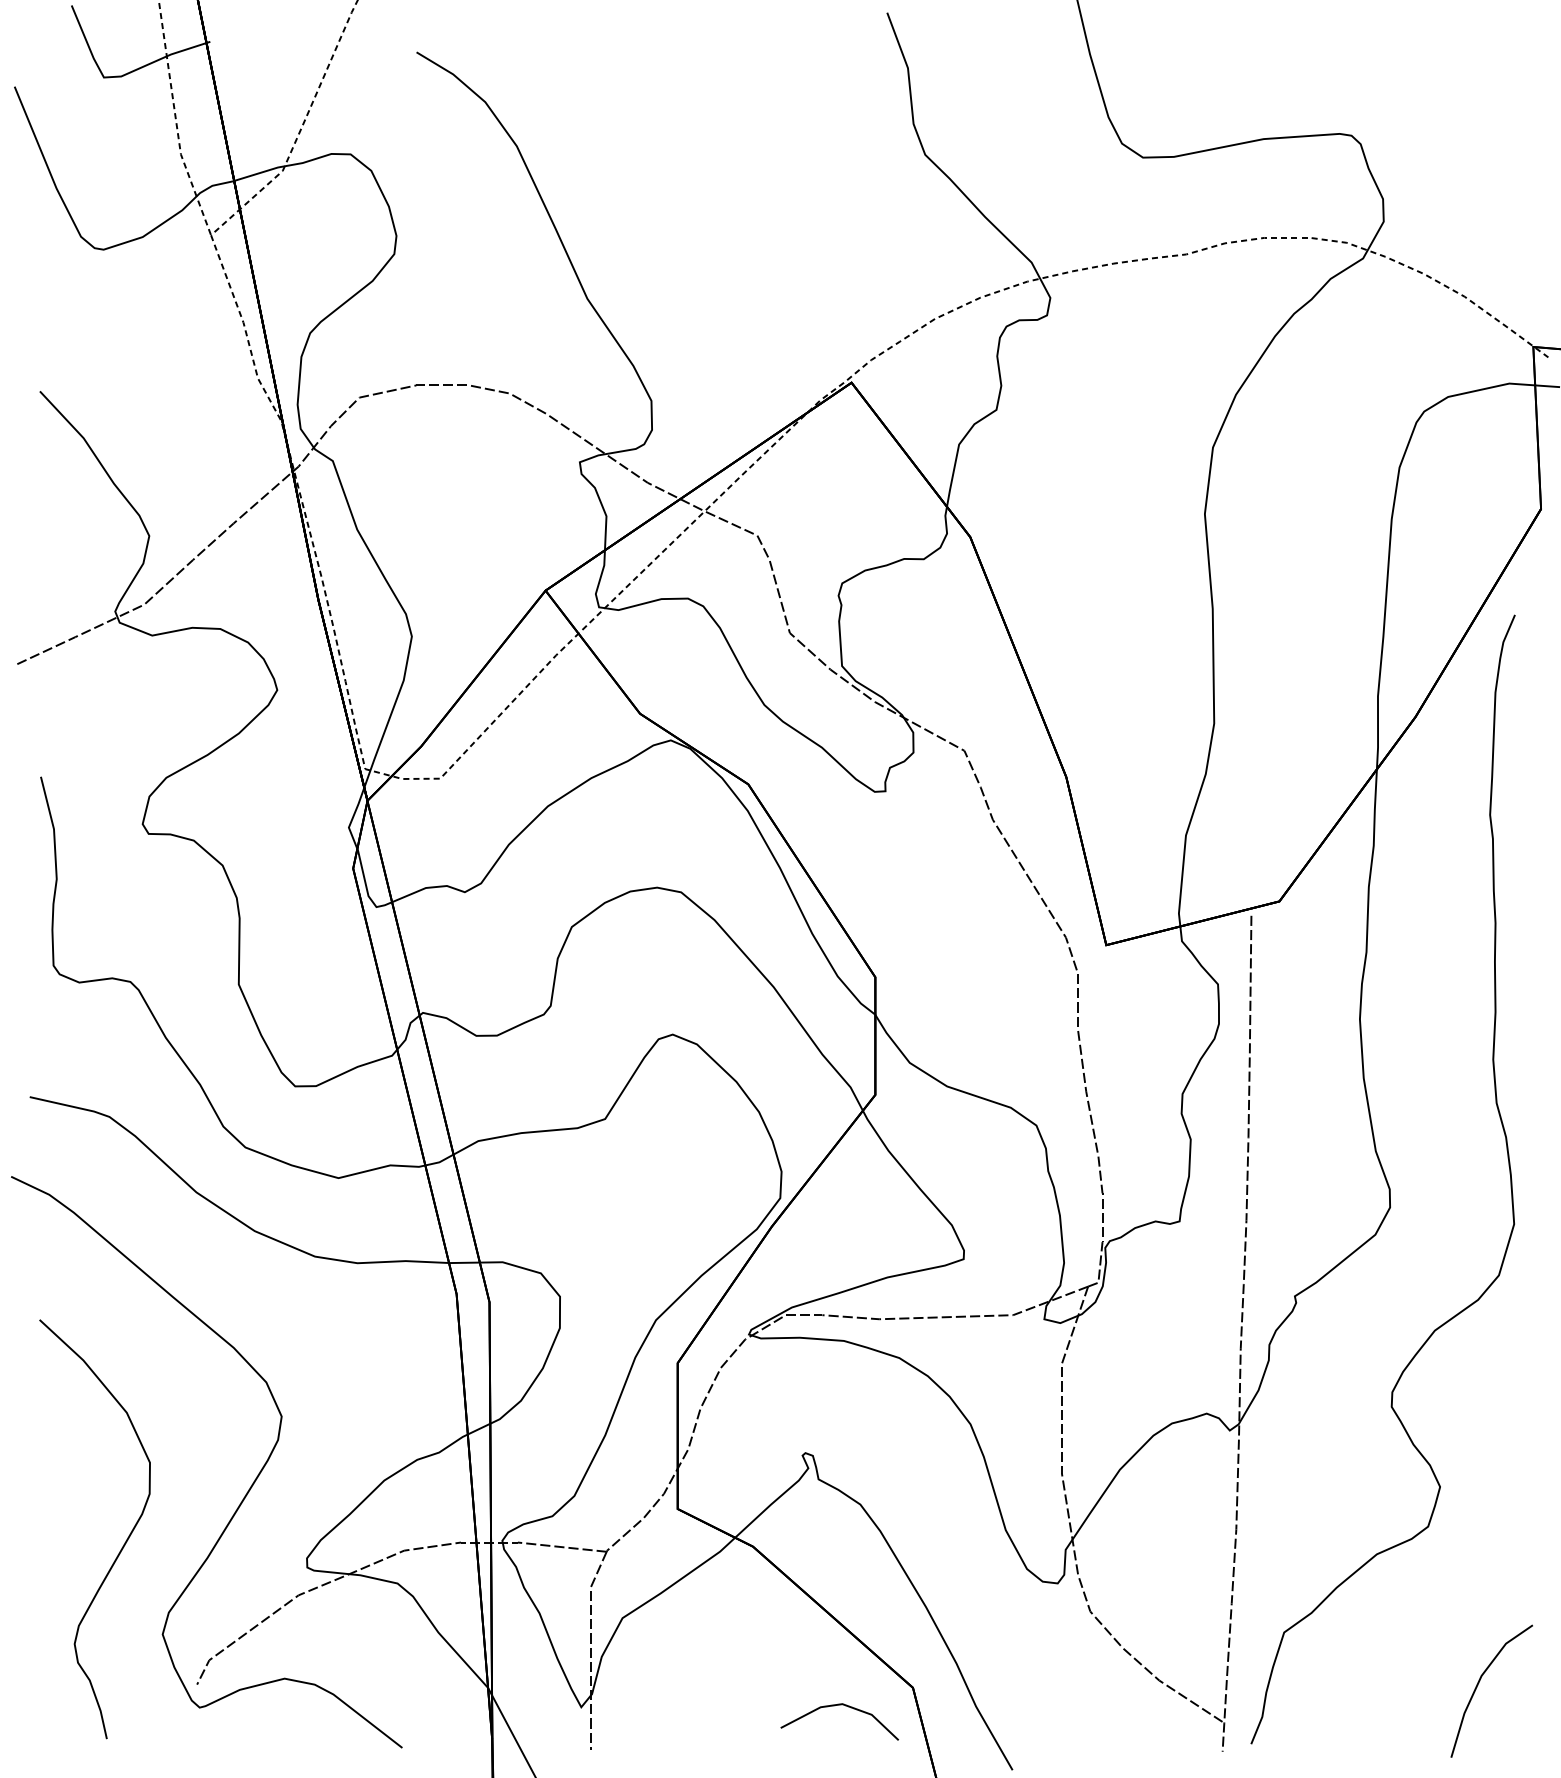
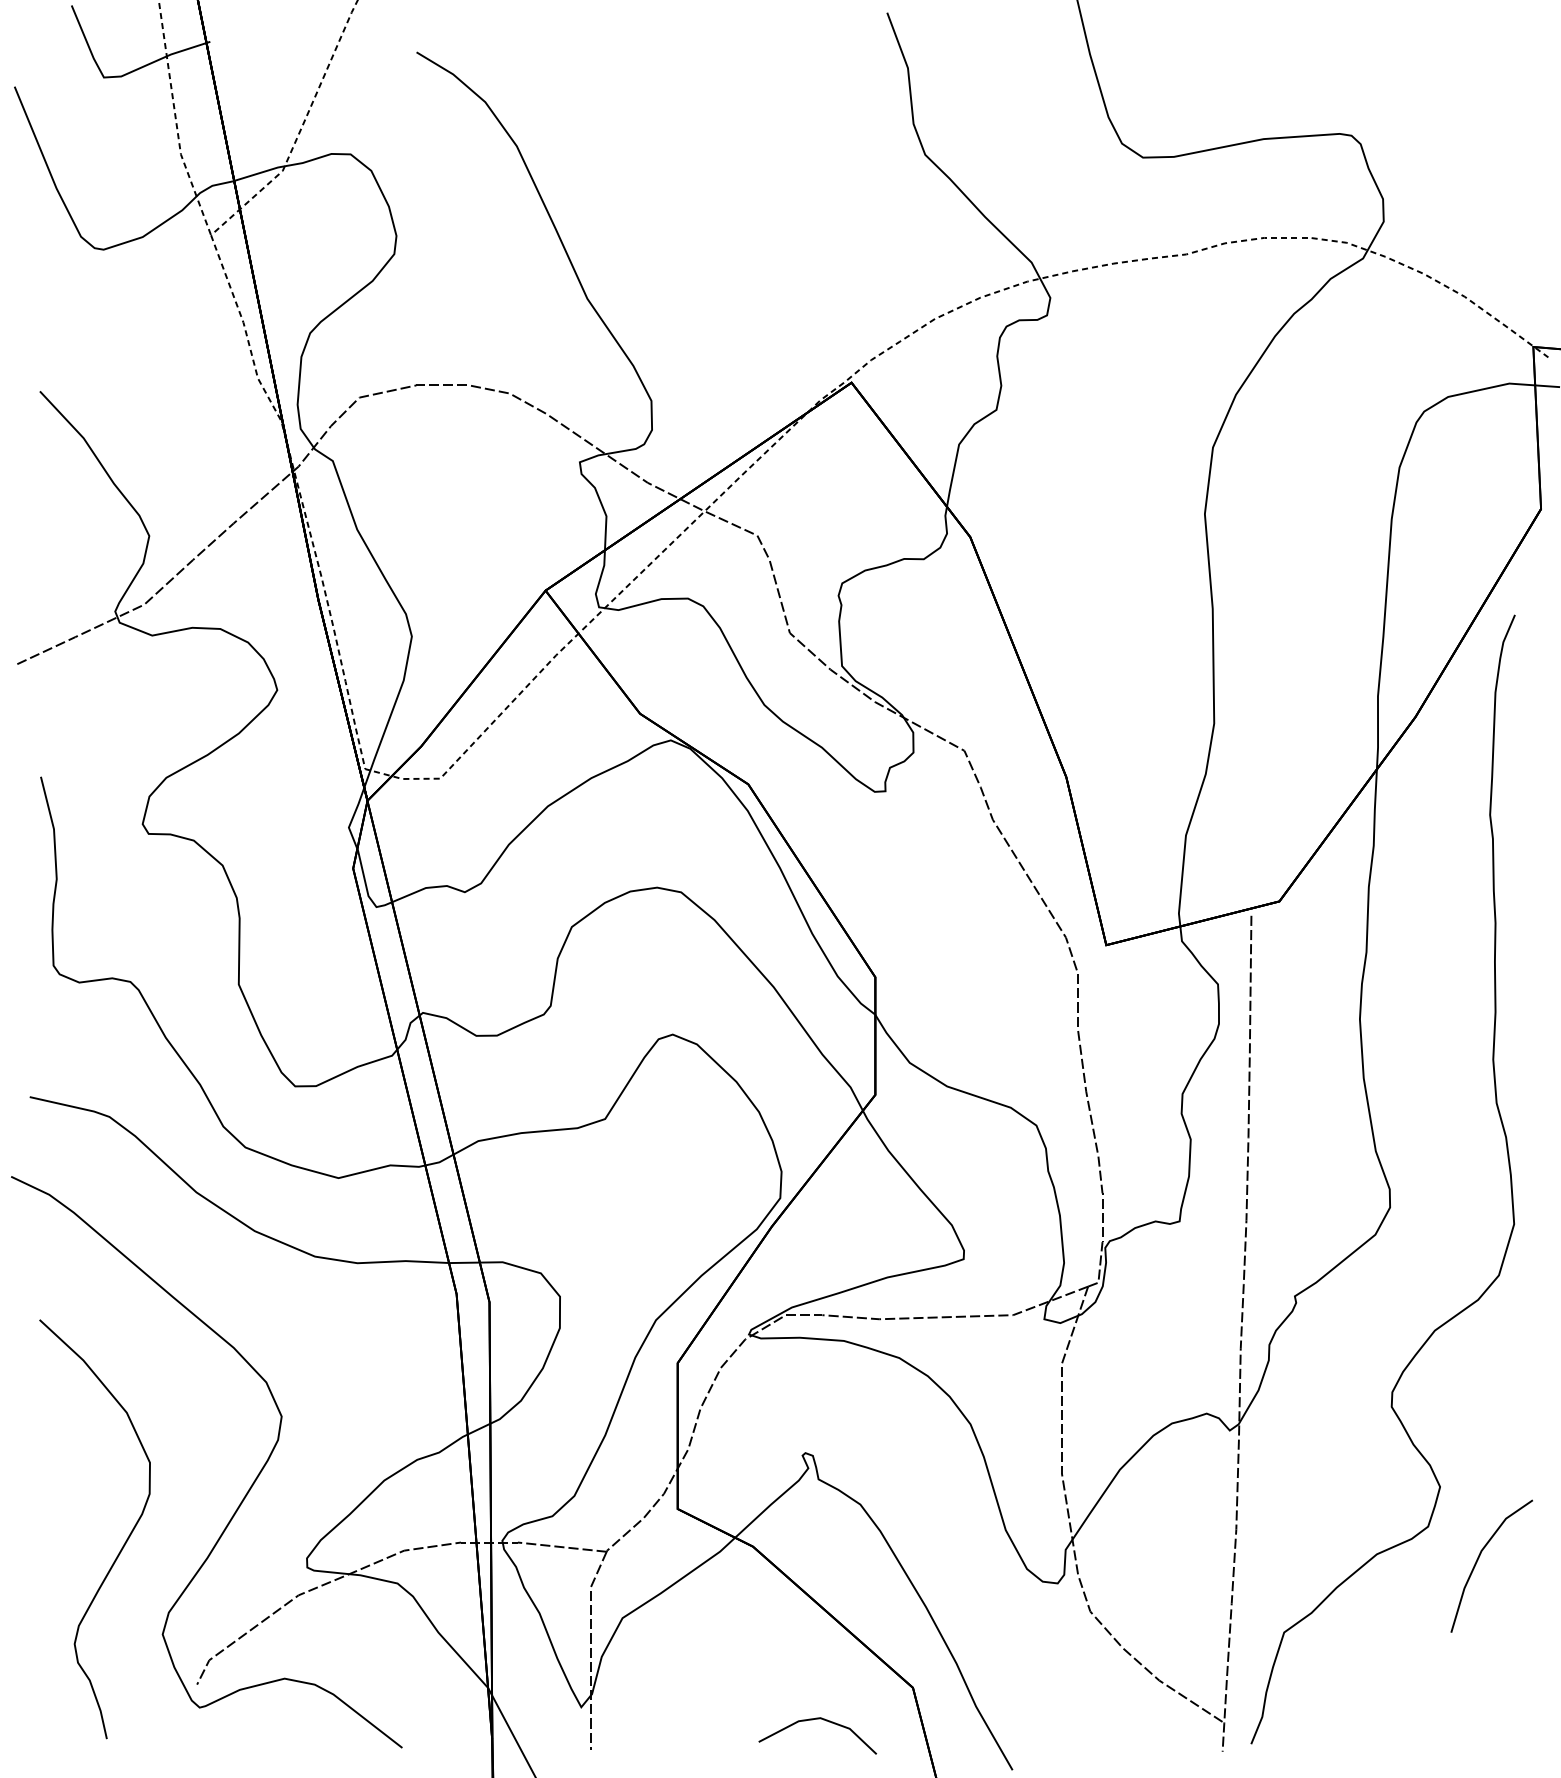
line at (1479, 1683) position: (1479, 1683) -> (1479, 1558)
line at (834, 1706) position: (834, 1706) -> (812, 1720)
